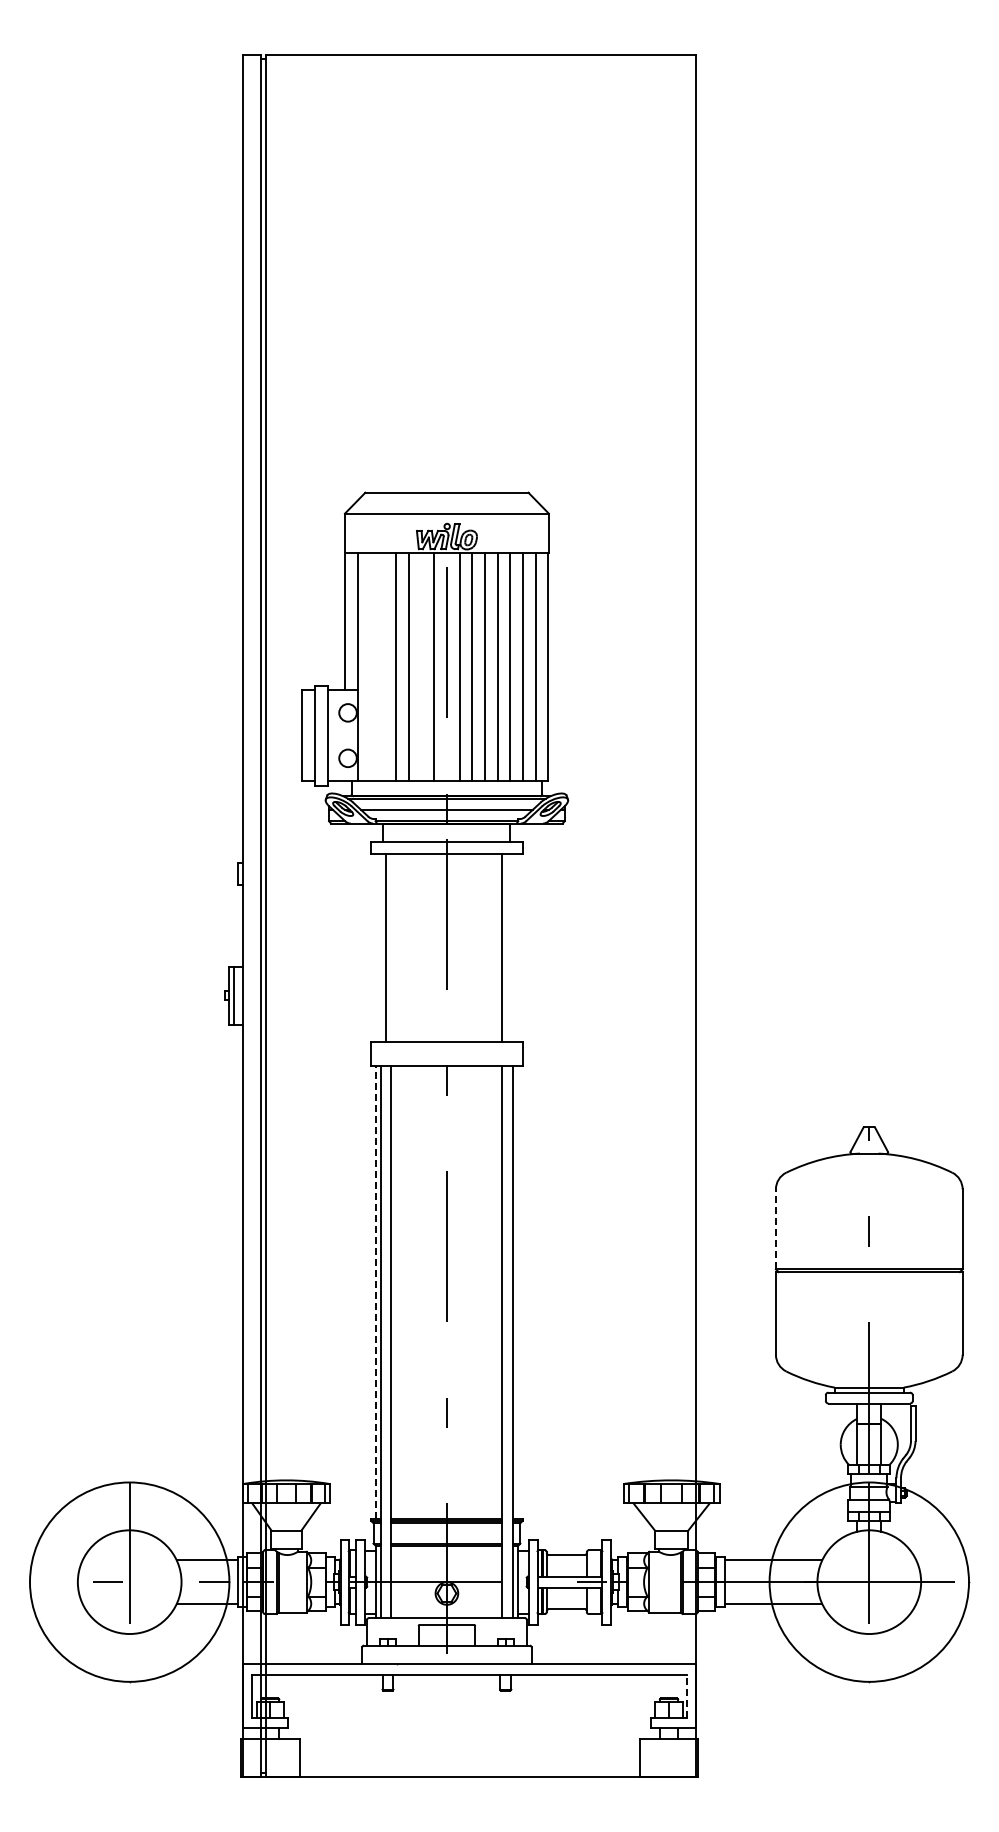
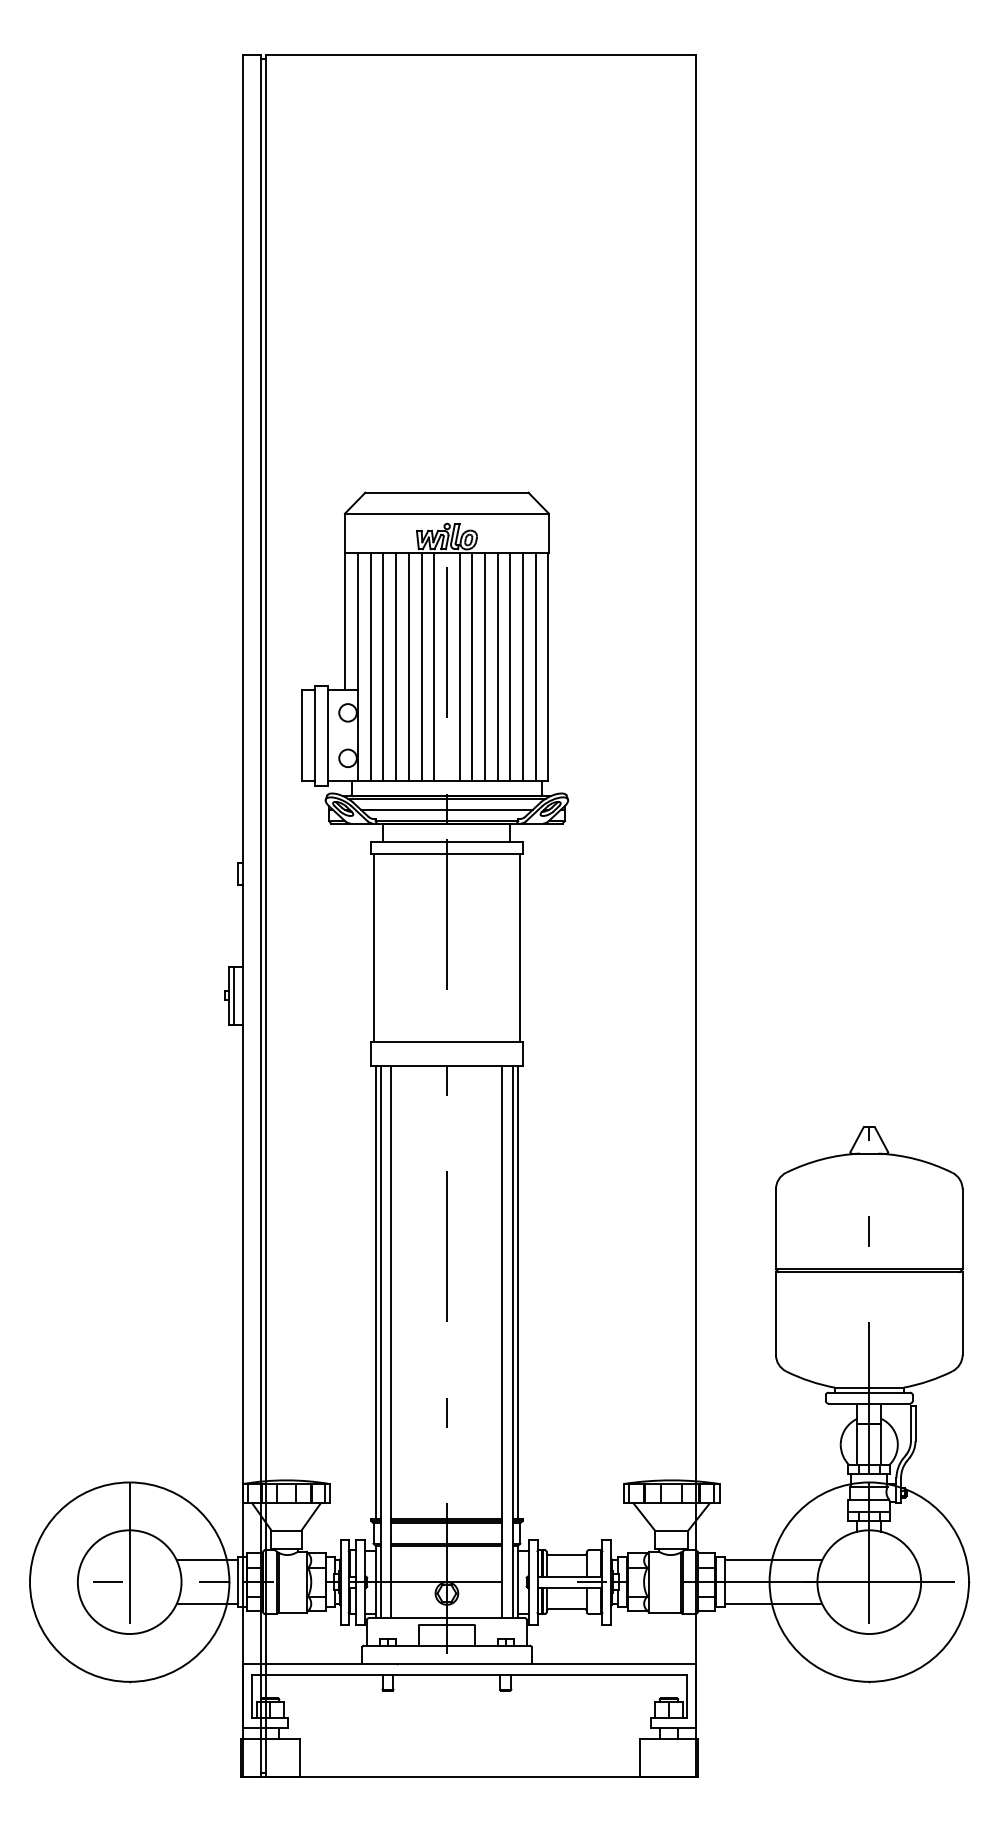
line at (370, 667): none -> present
line at (383, 667): none -> present
line at (421, 667): none -> present
line at (385, 947) position: (385, 947) -> (373, 947)
line at (501, 947) position: (501, 947) -> (519, 947)
line at (775, 1228): dashed -> solid
line at (375, 1291): dashed -> solid
line at (518, 1292): none -> present
line at (687, 1696): dashed -> solid
